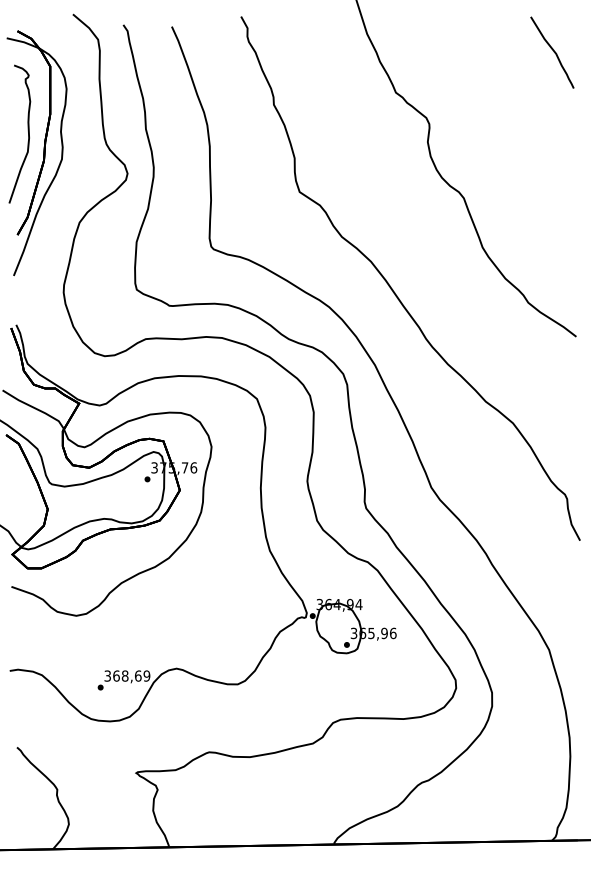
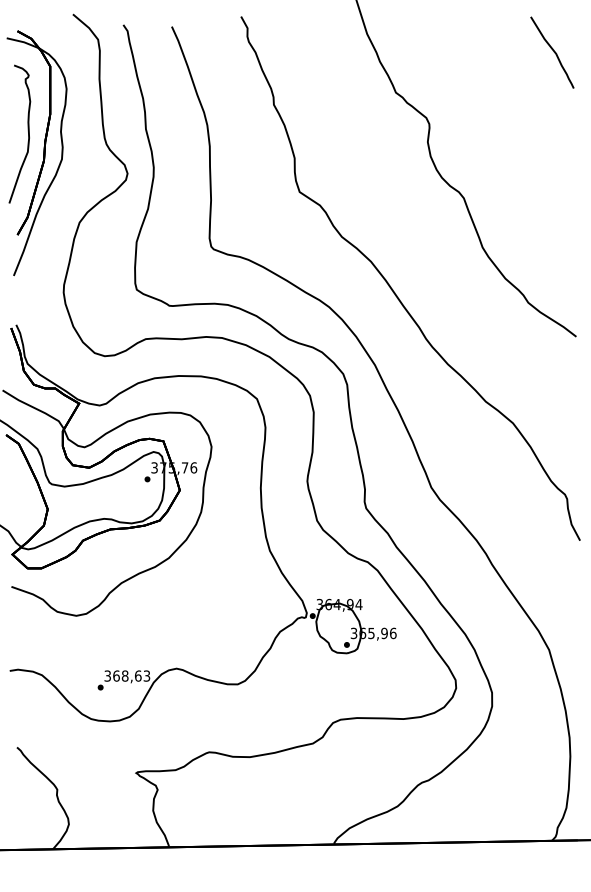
text at (146, 675): 368,69 -> 368,63
